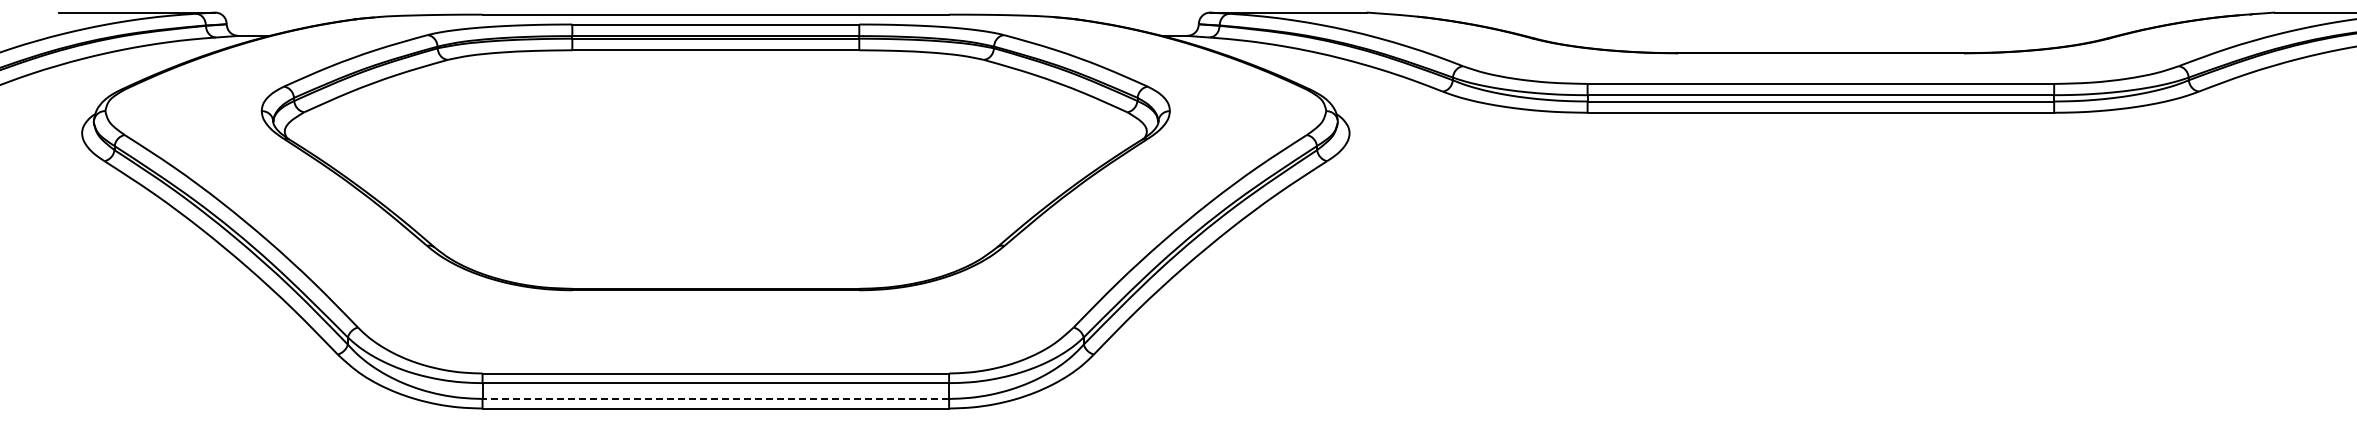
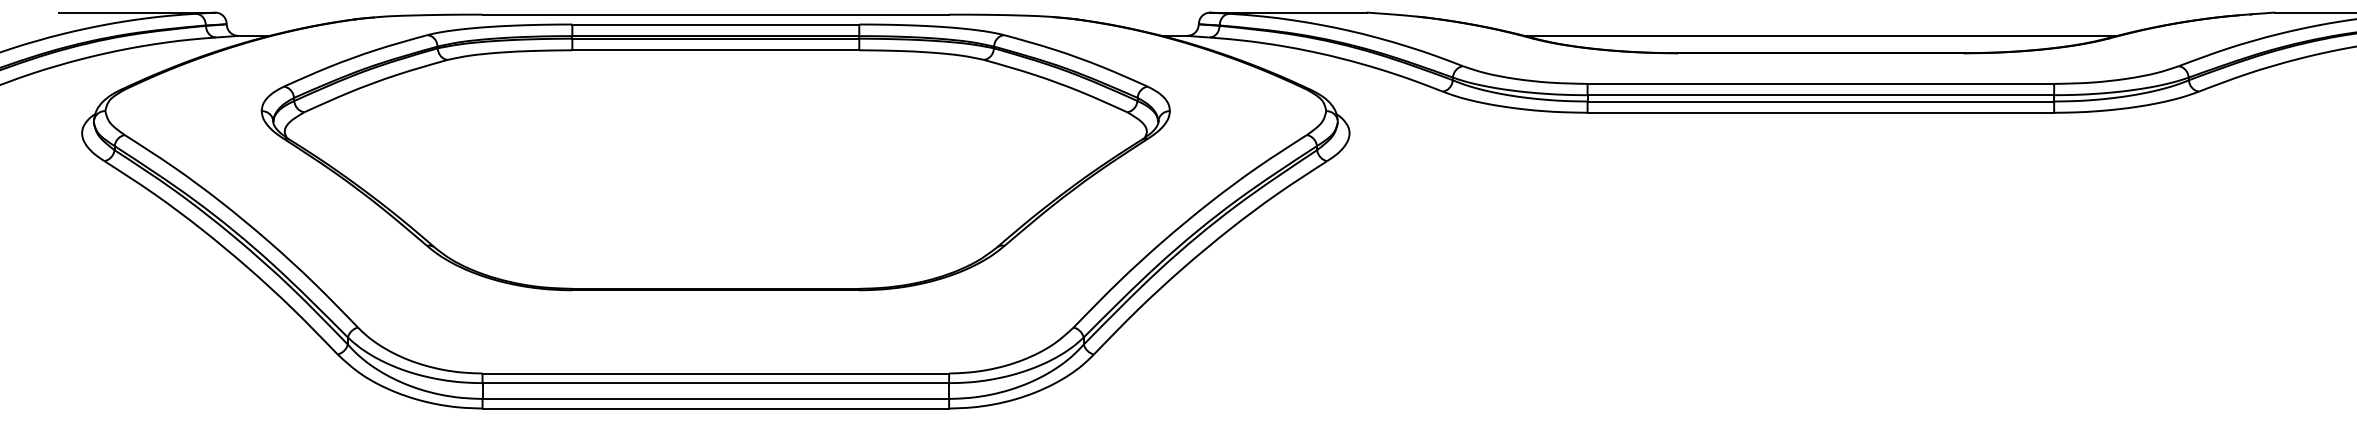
line at (1820, 35): none -> present
line at (715, 398): dashed -> solid
